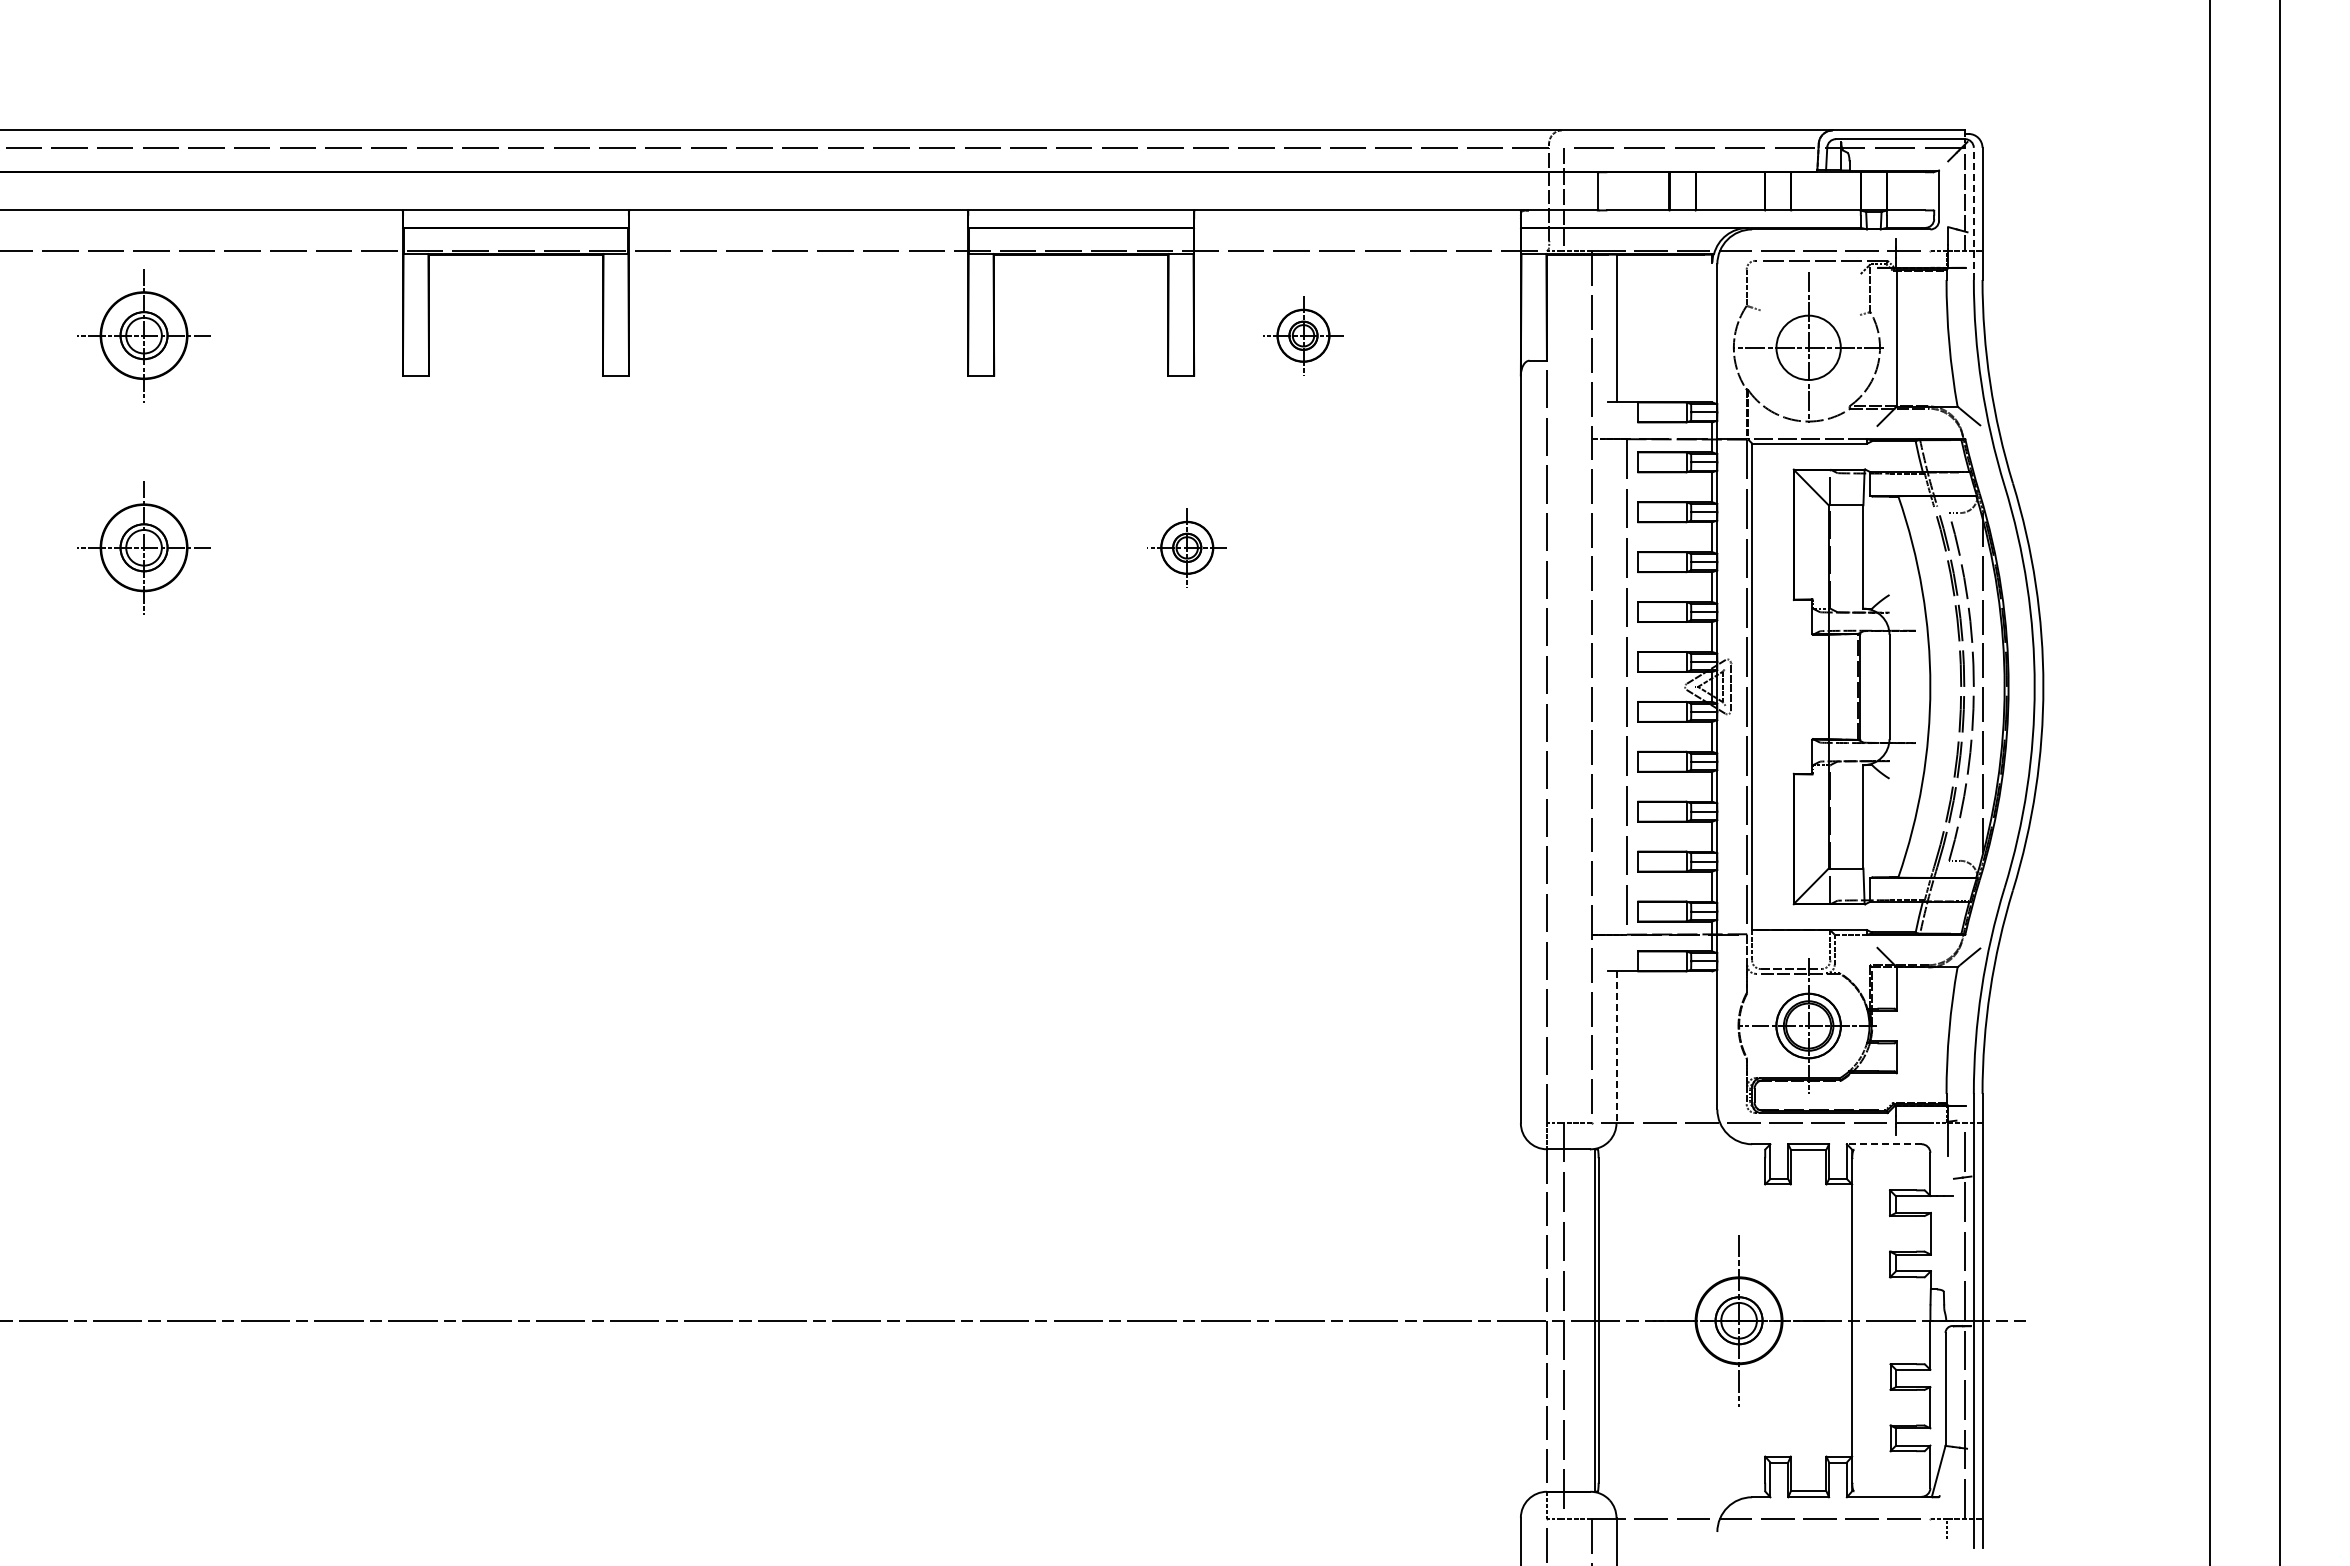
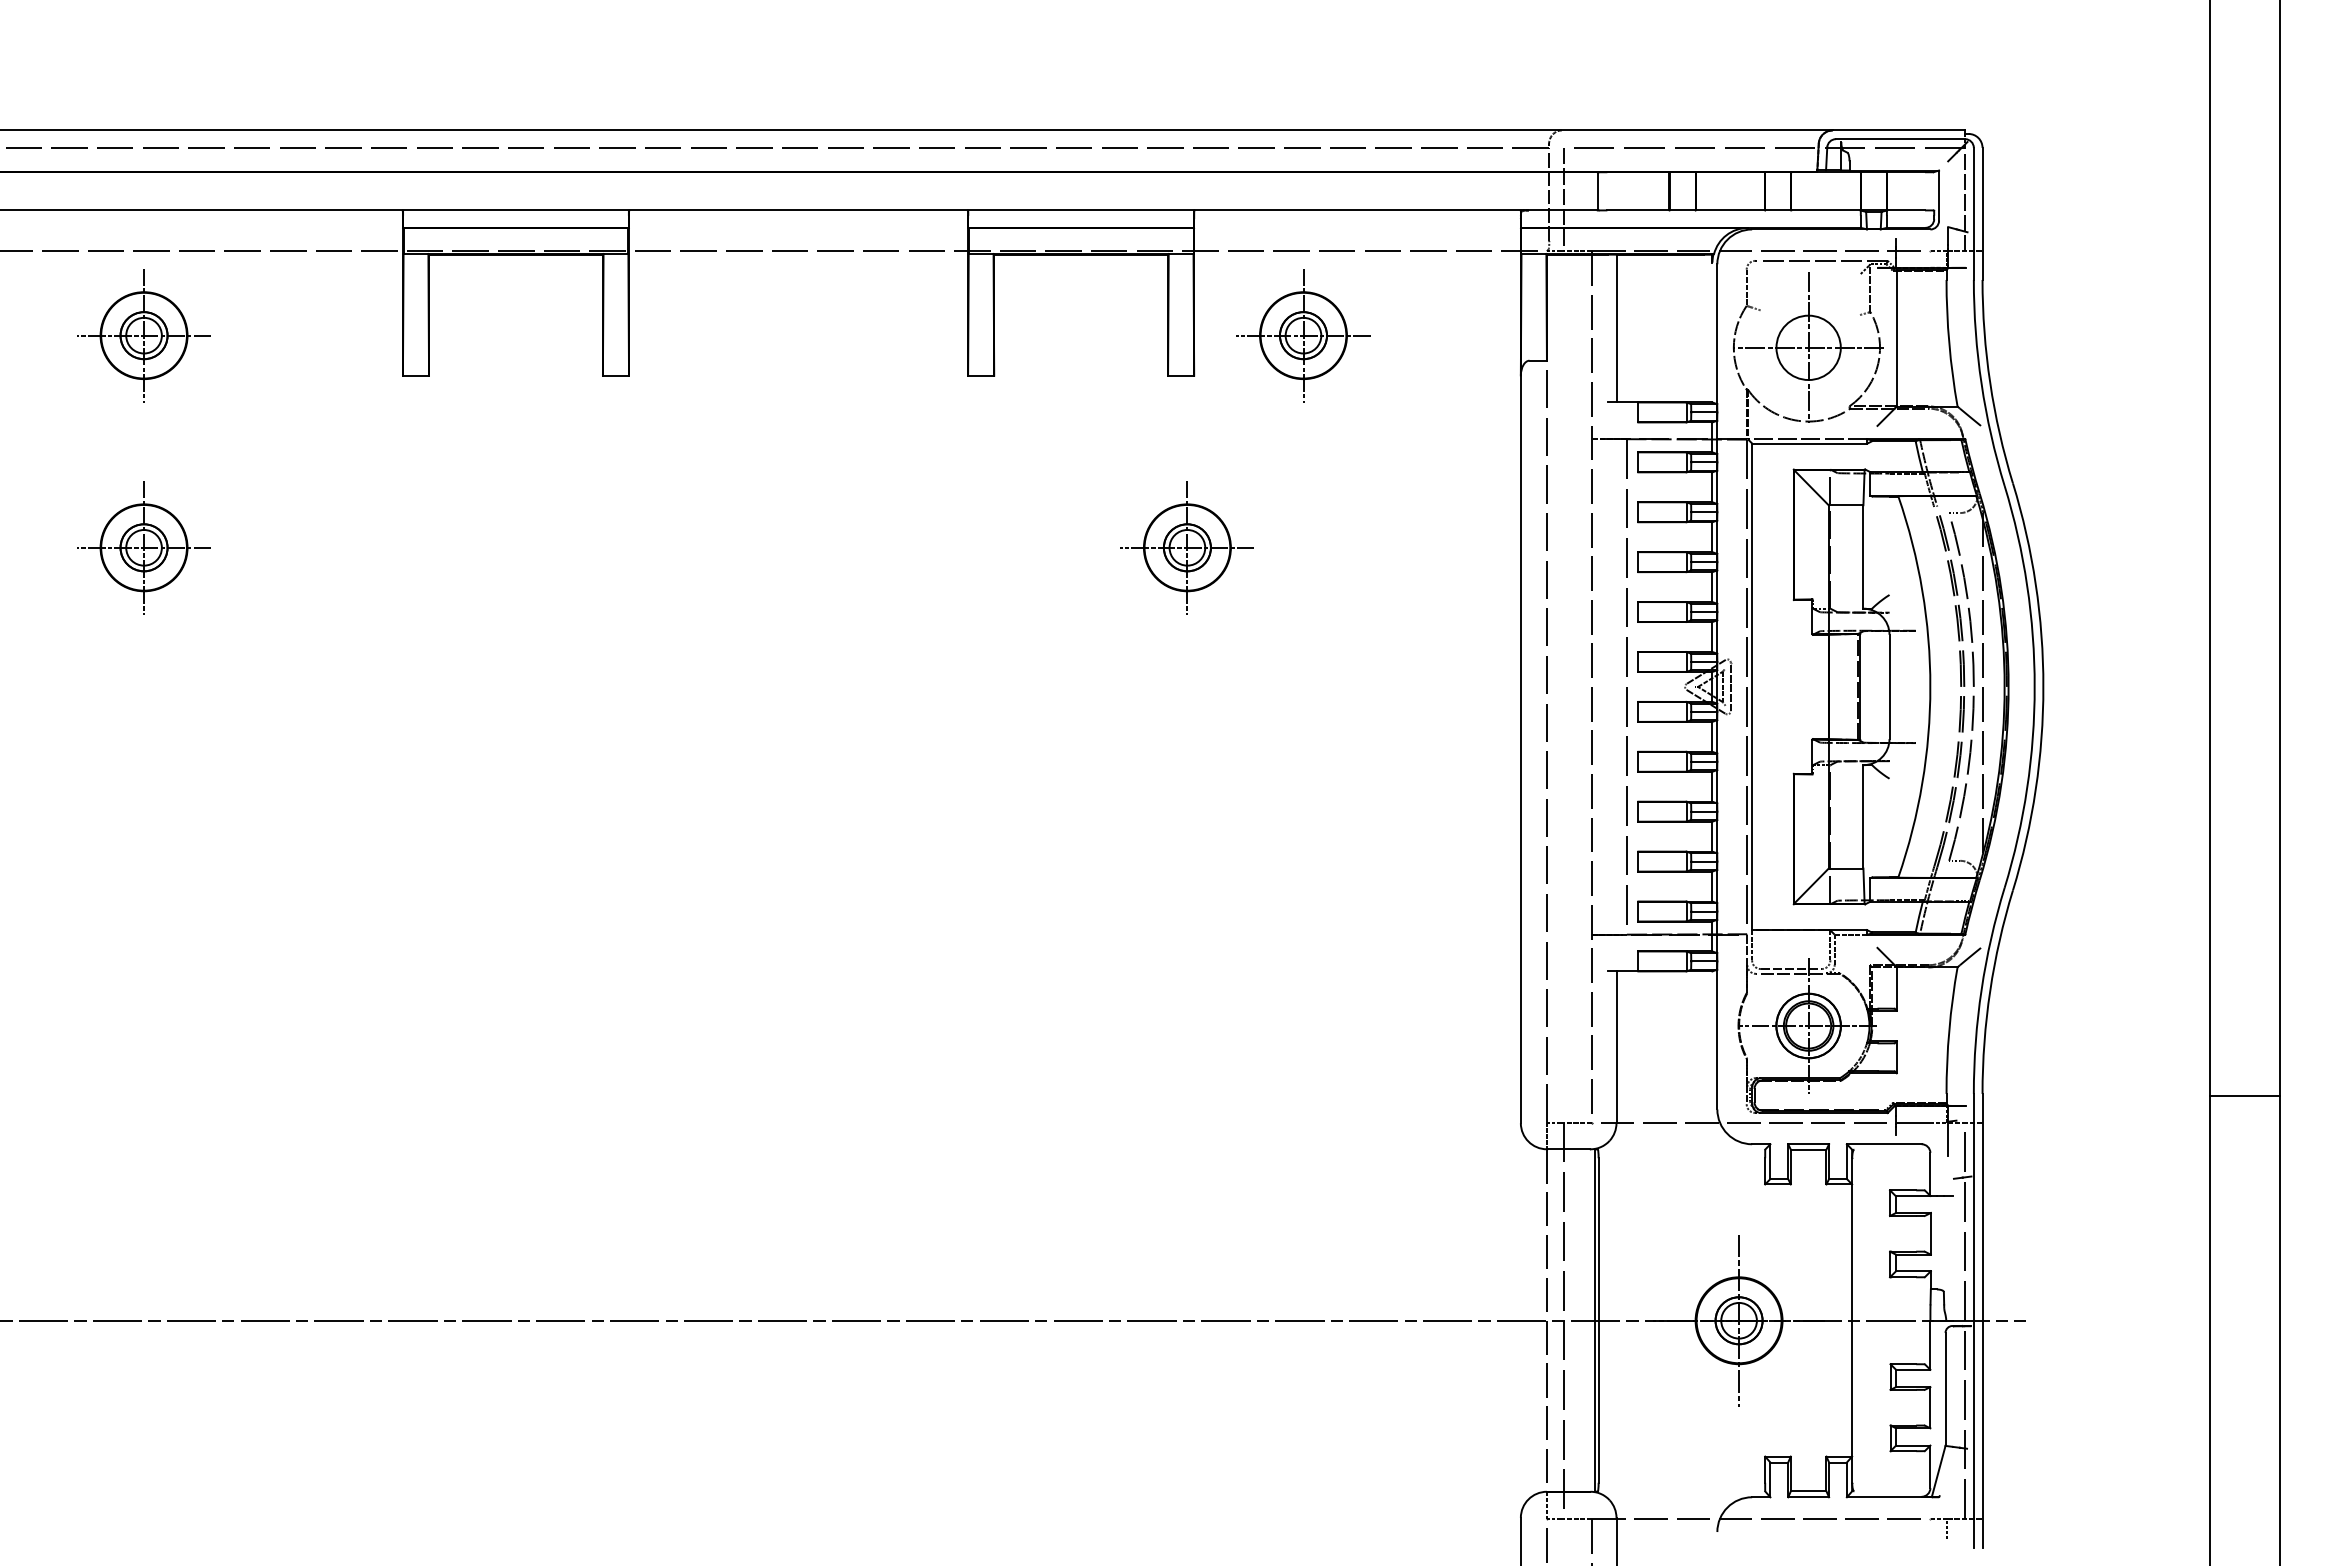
line at (1973, 213): dashed -> solid
part at (1303, 335) size: 81x80 px -> 135x134 px
part at (1186, 547) size: 80x80 px -> 134x134 px
line at (1616, 1047): dashed -> solid
line at (2244, 1096): none -> present
line at (1883, 1144): dashed -> solid
